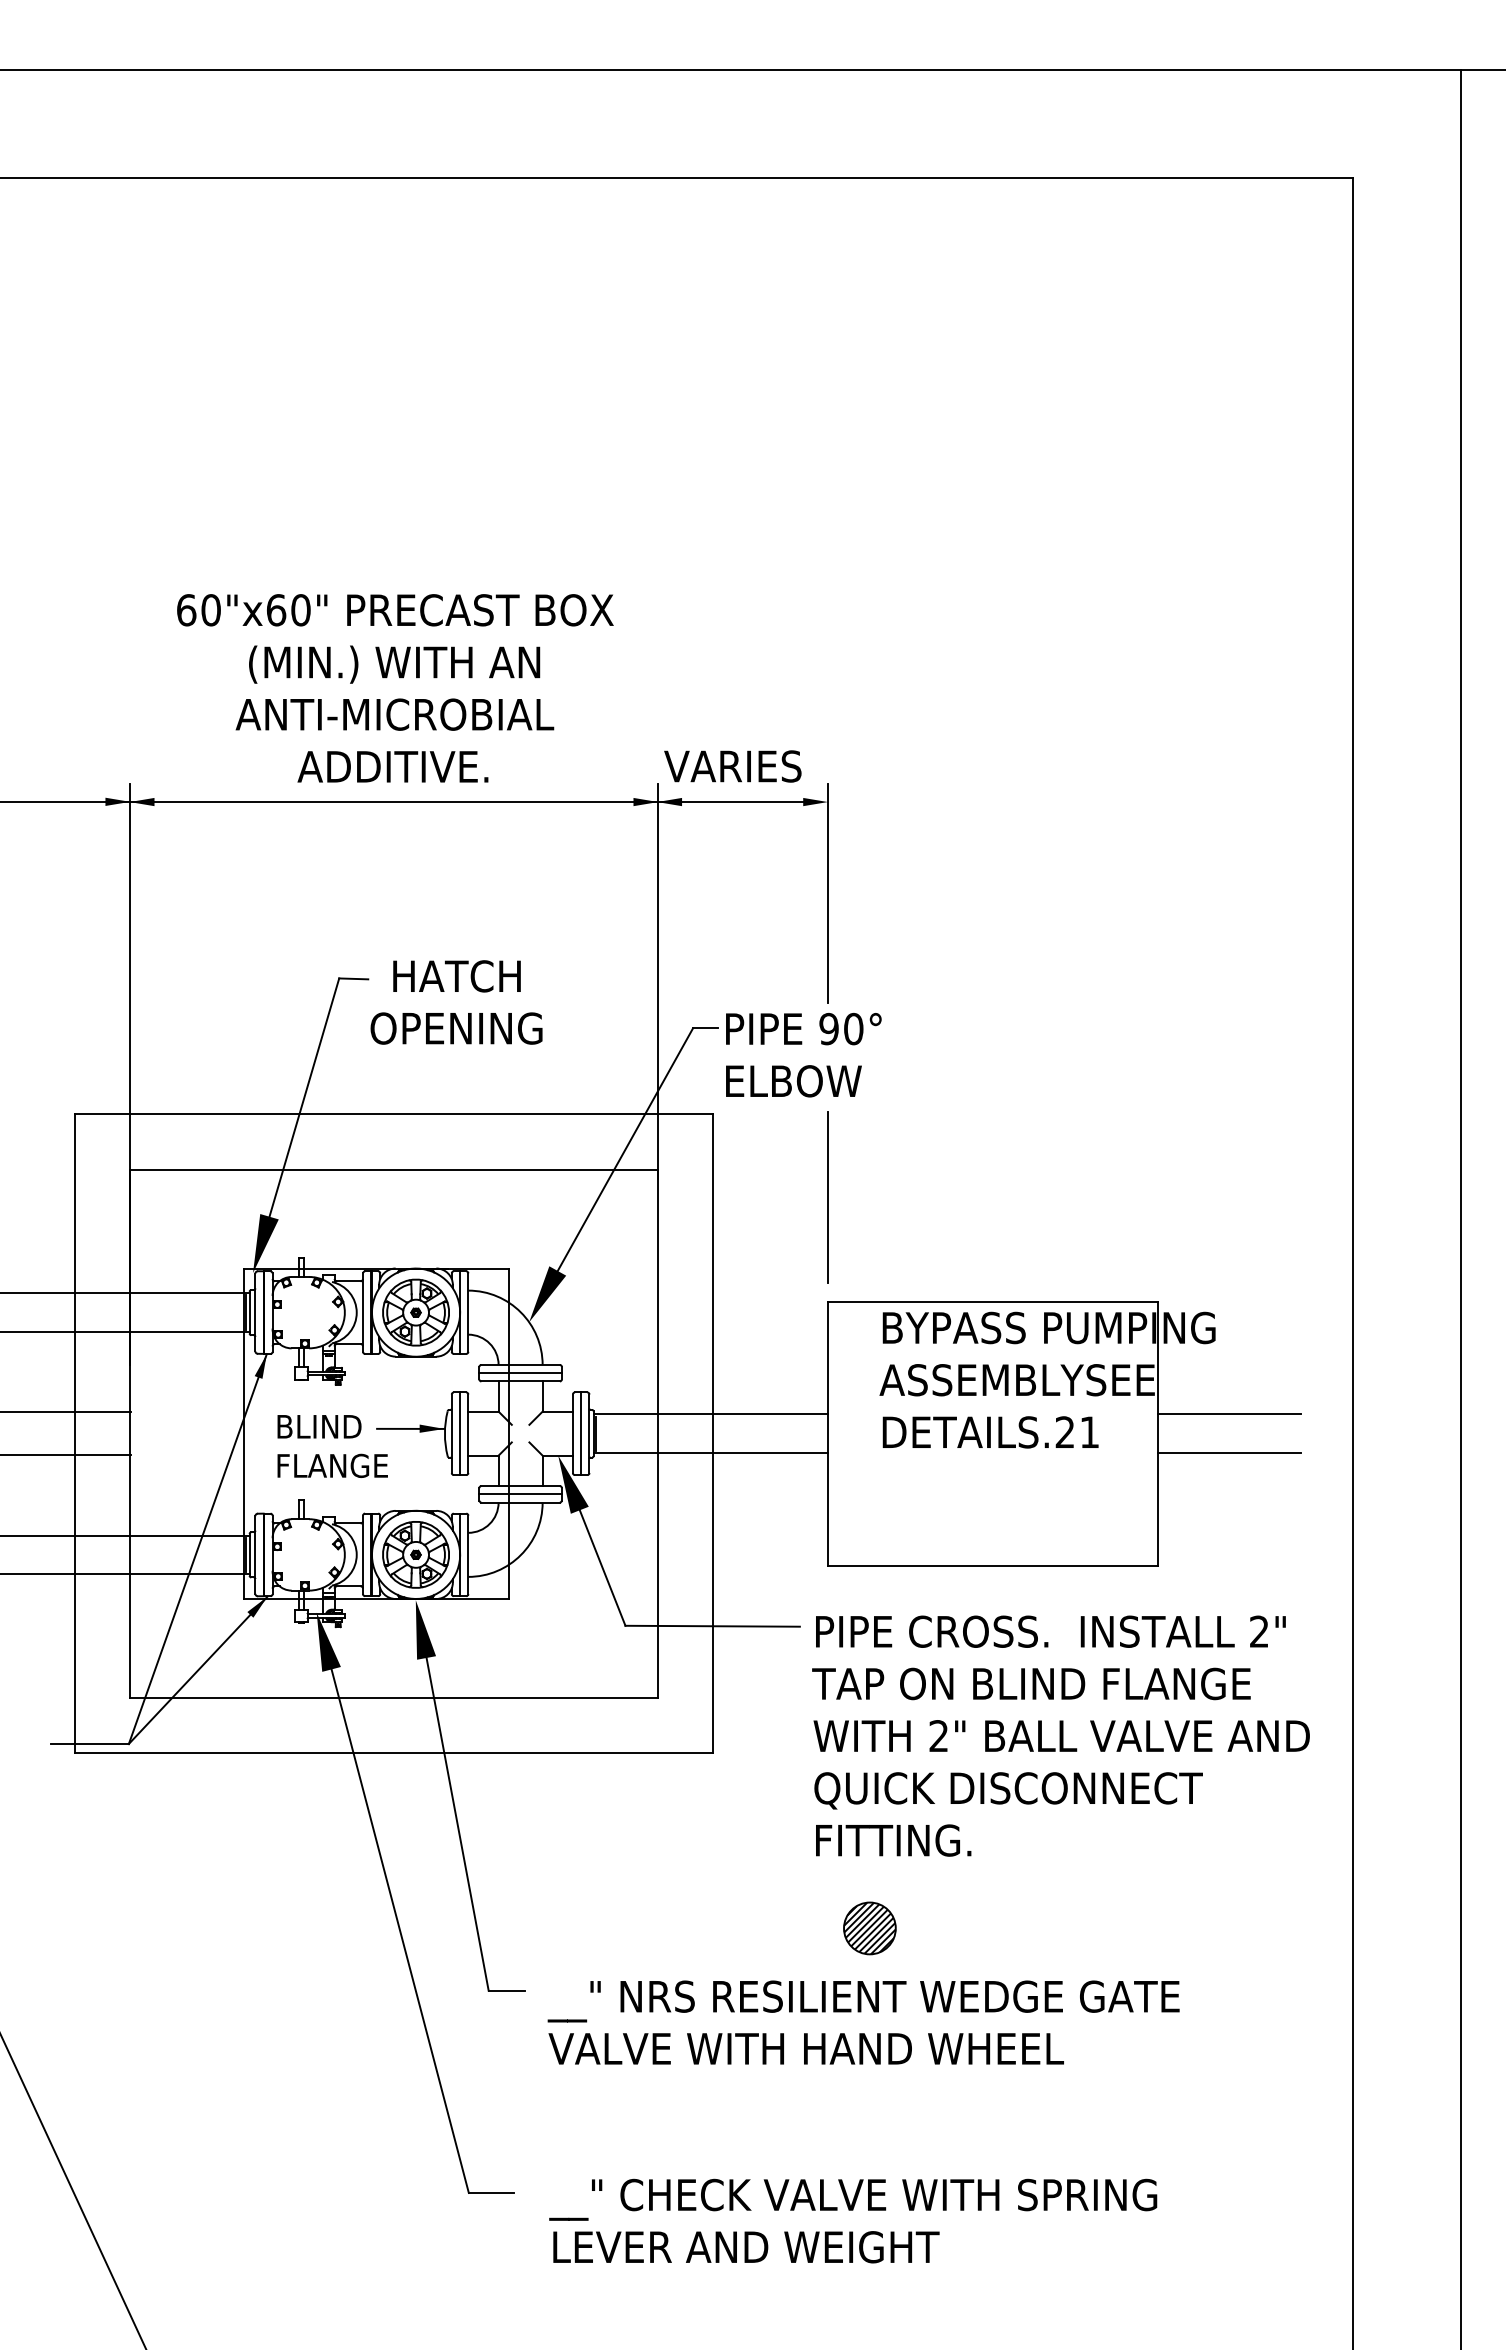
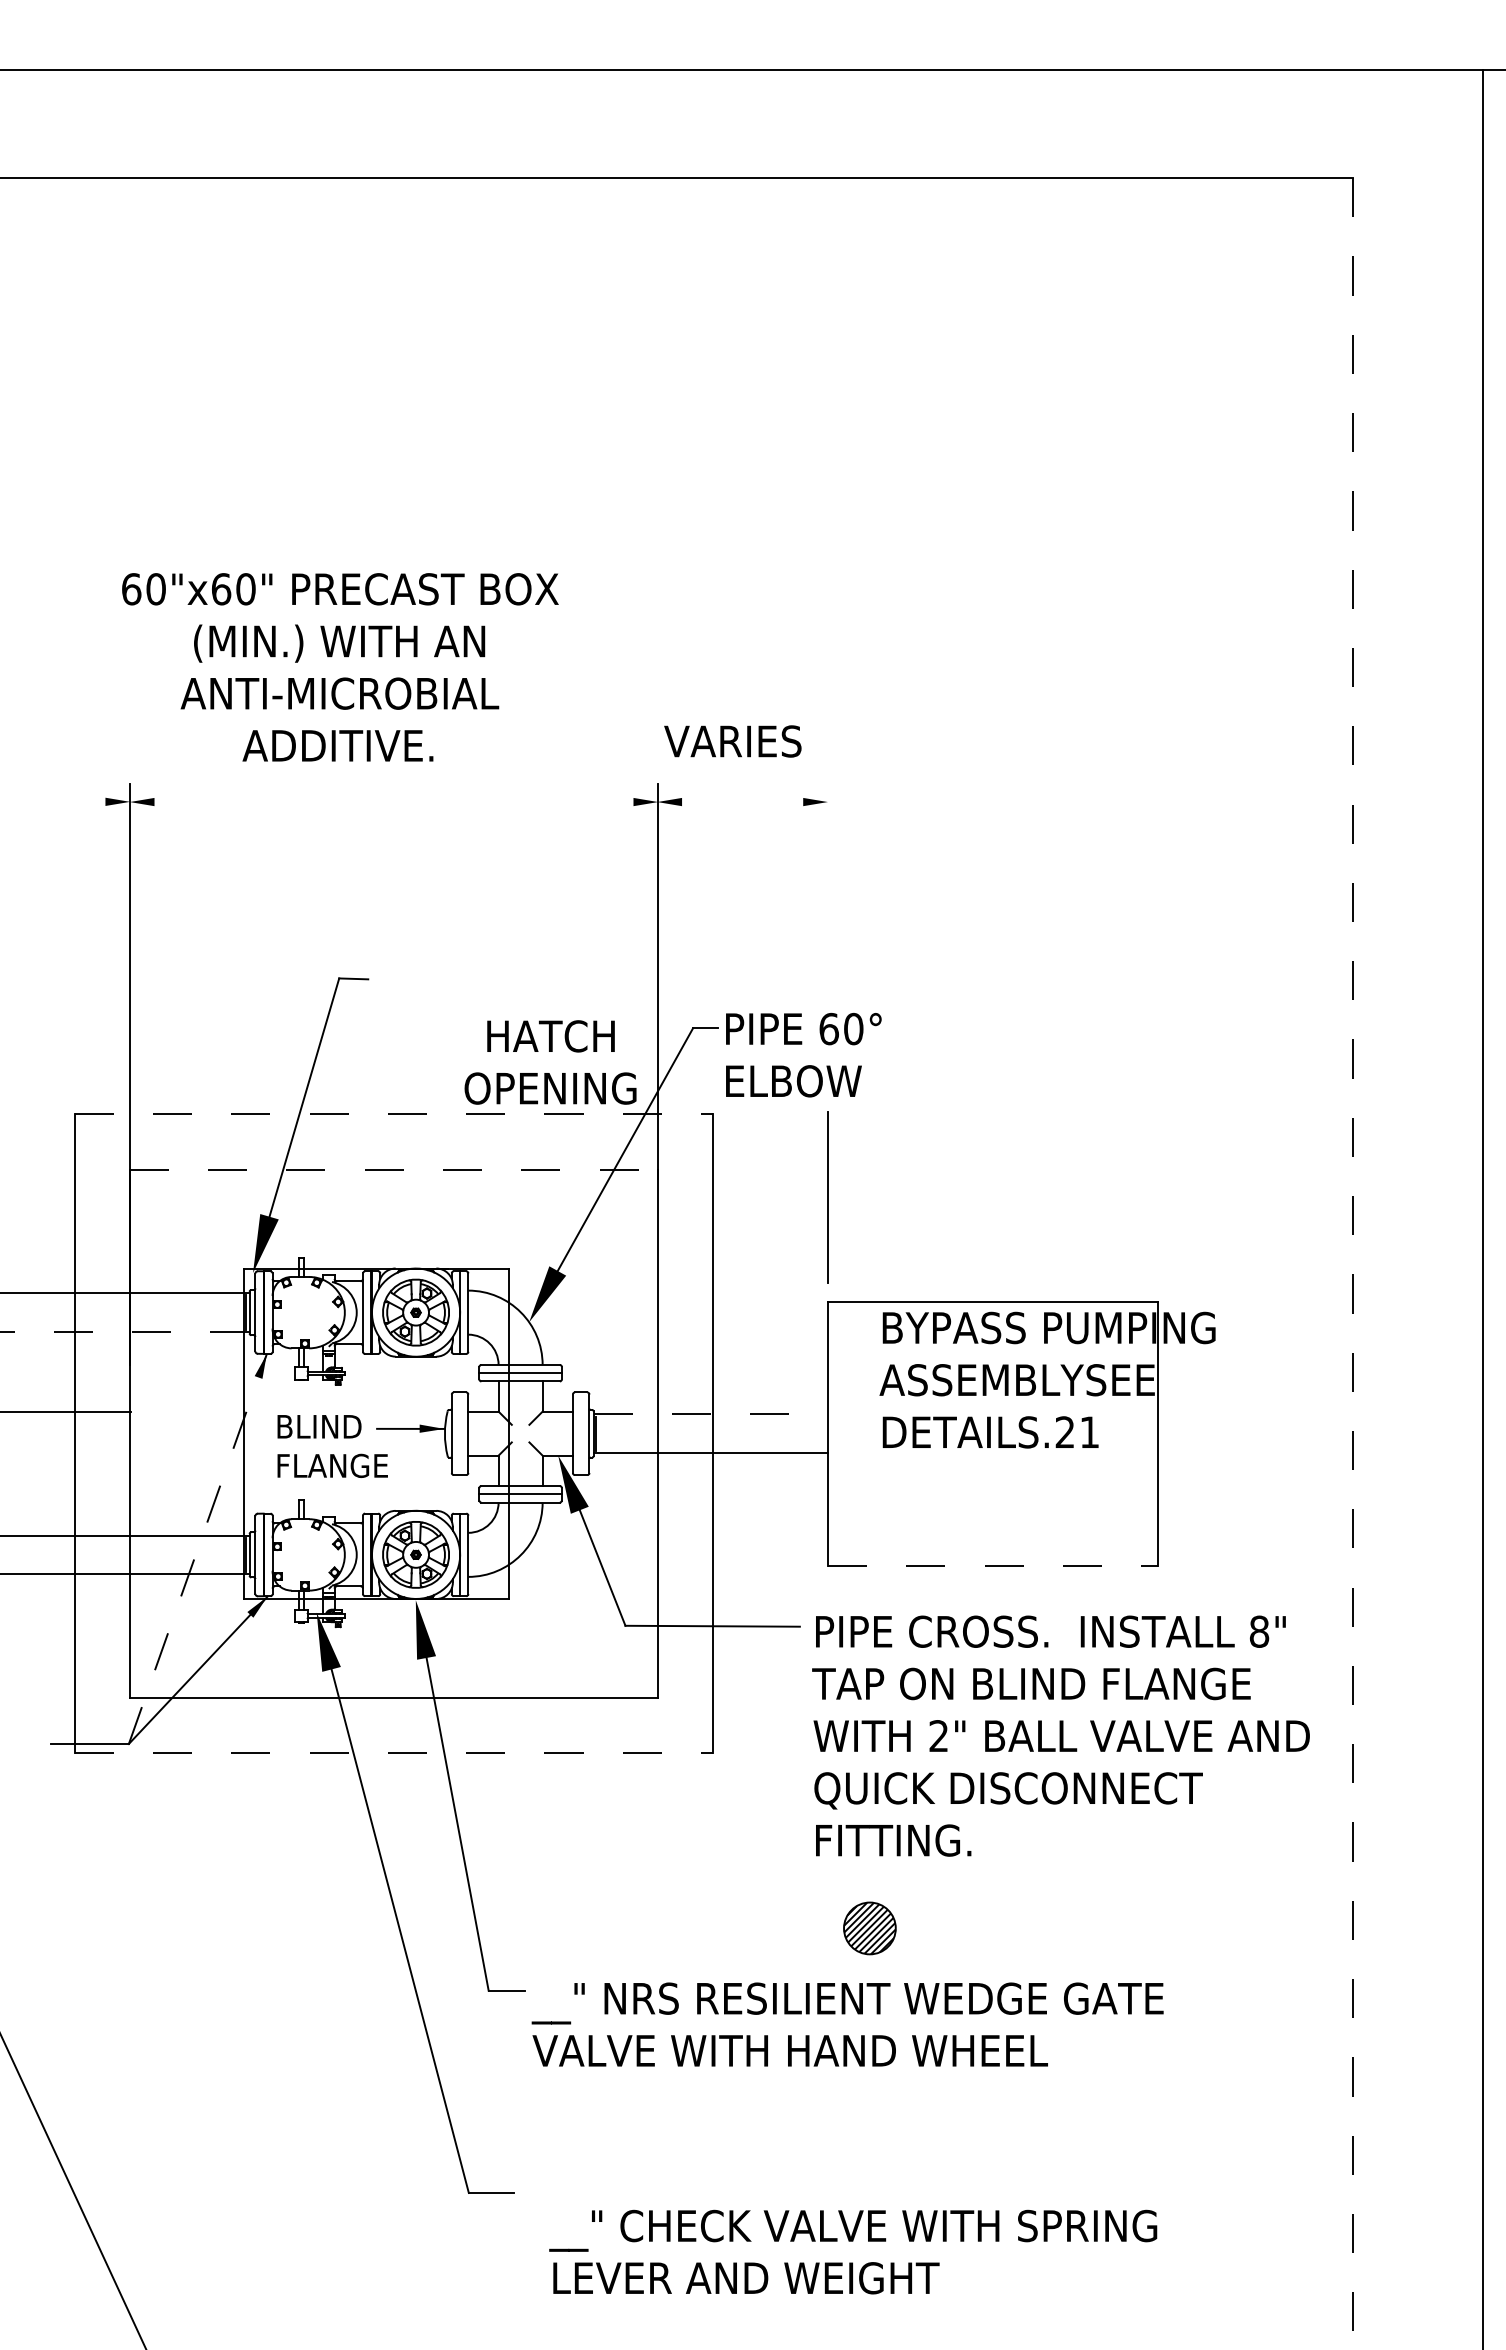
text at (395, 688) position: (395, 688) -> (340, 667)
text at (732, 766) position: (732, 766) -> (732, 741)
line at (411, 802): present -> none
line at (827, 893): present -> none
text at (456, 1002) position: (456, 1002) -> (550, 1062)
text at (828, 1028): 90° -> 60°
line at (394, 1114): solid -> dashed
line at (394, 1169): solid -> dashed
line at (1460, 1208) position: (1460, 1208) -> (1482, 1208)
line at (1353, 1263): solid -> dashed
line at (124, 1331): solid -> dashed
line at (711, 1414): solid -> dashed
line at (1229, 1414): present -> none
line at (460, 1433): present -> none
line at (581, 1433): present -> none
line at (1229, 1452): present -> none
line at (66, 1454): present -> none
line at (197, 1549): solid -> dashed
line at (993, 1565): solid -> dashed
text at (1259, 1631): 2" -> 8"
line at (394, 1753): solid -> dashed
text at (863, 2022) position: (863, 2022) -> (847, 2024)
text at (853, 2220) position: (853, 2220) -> (853, 2251)
